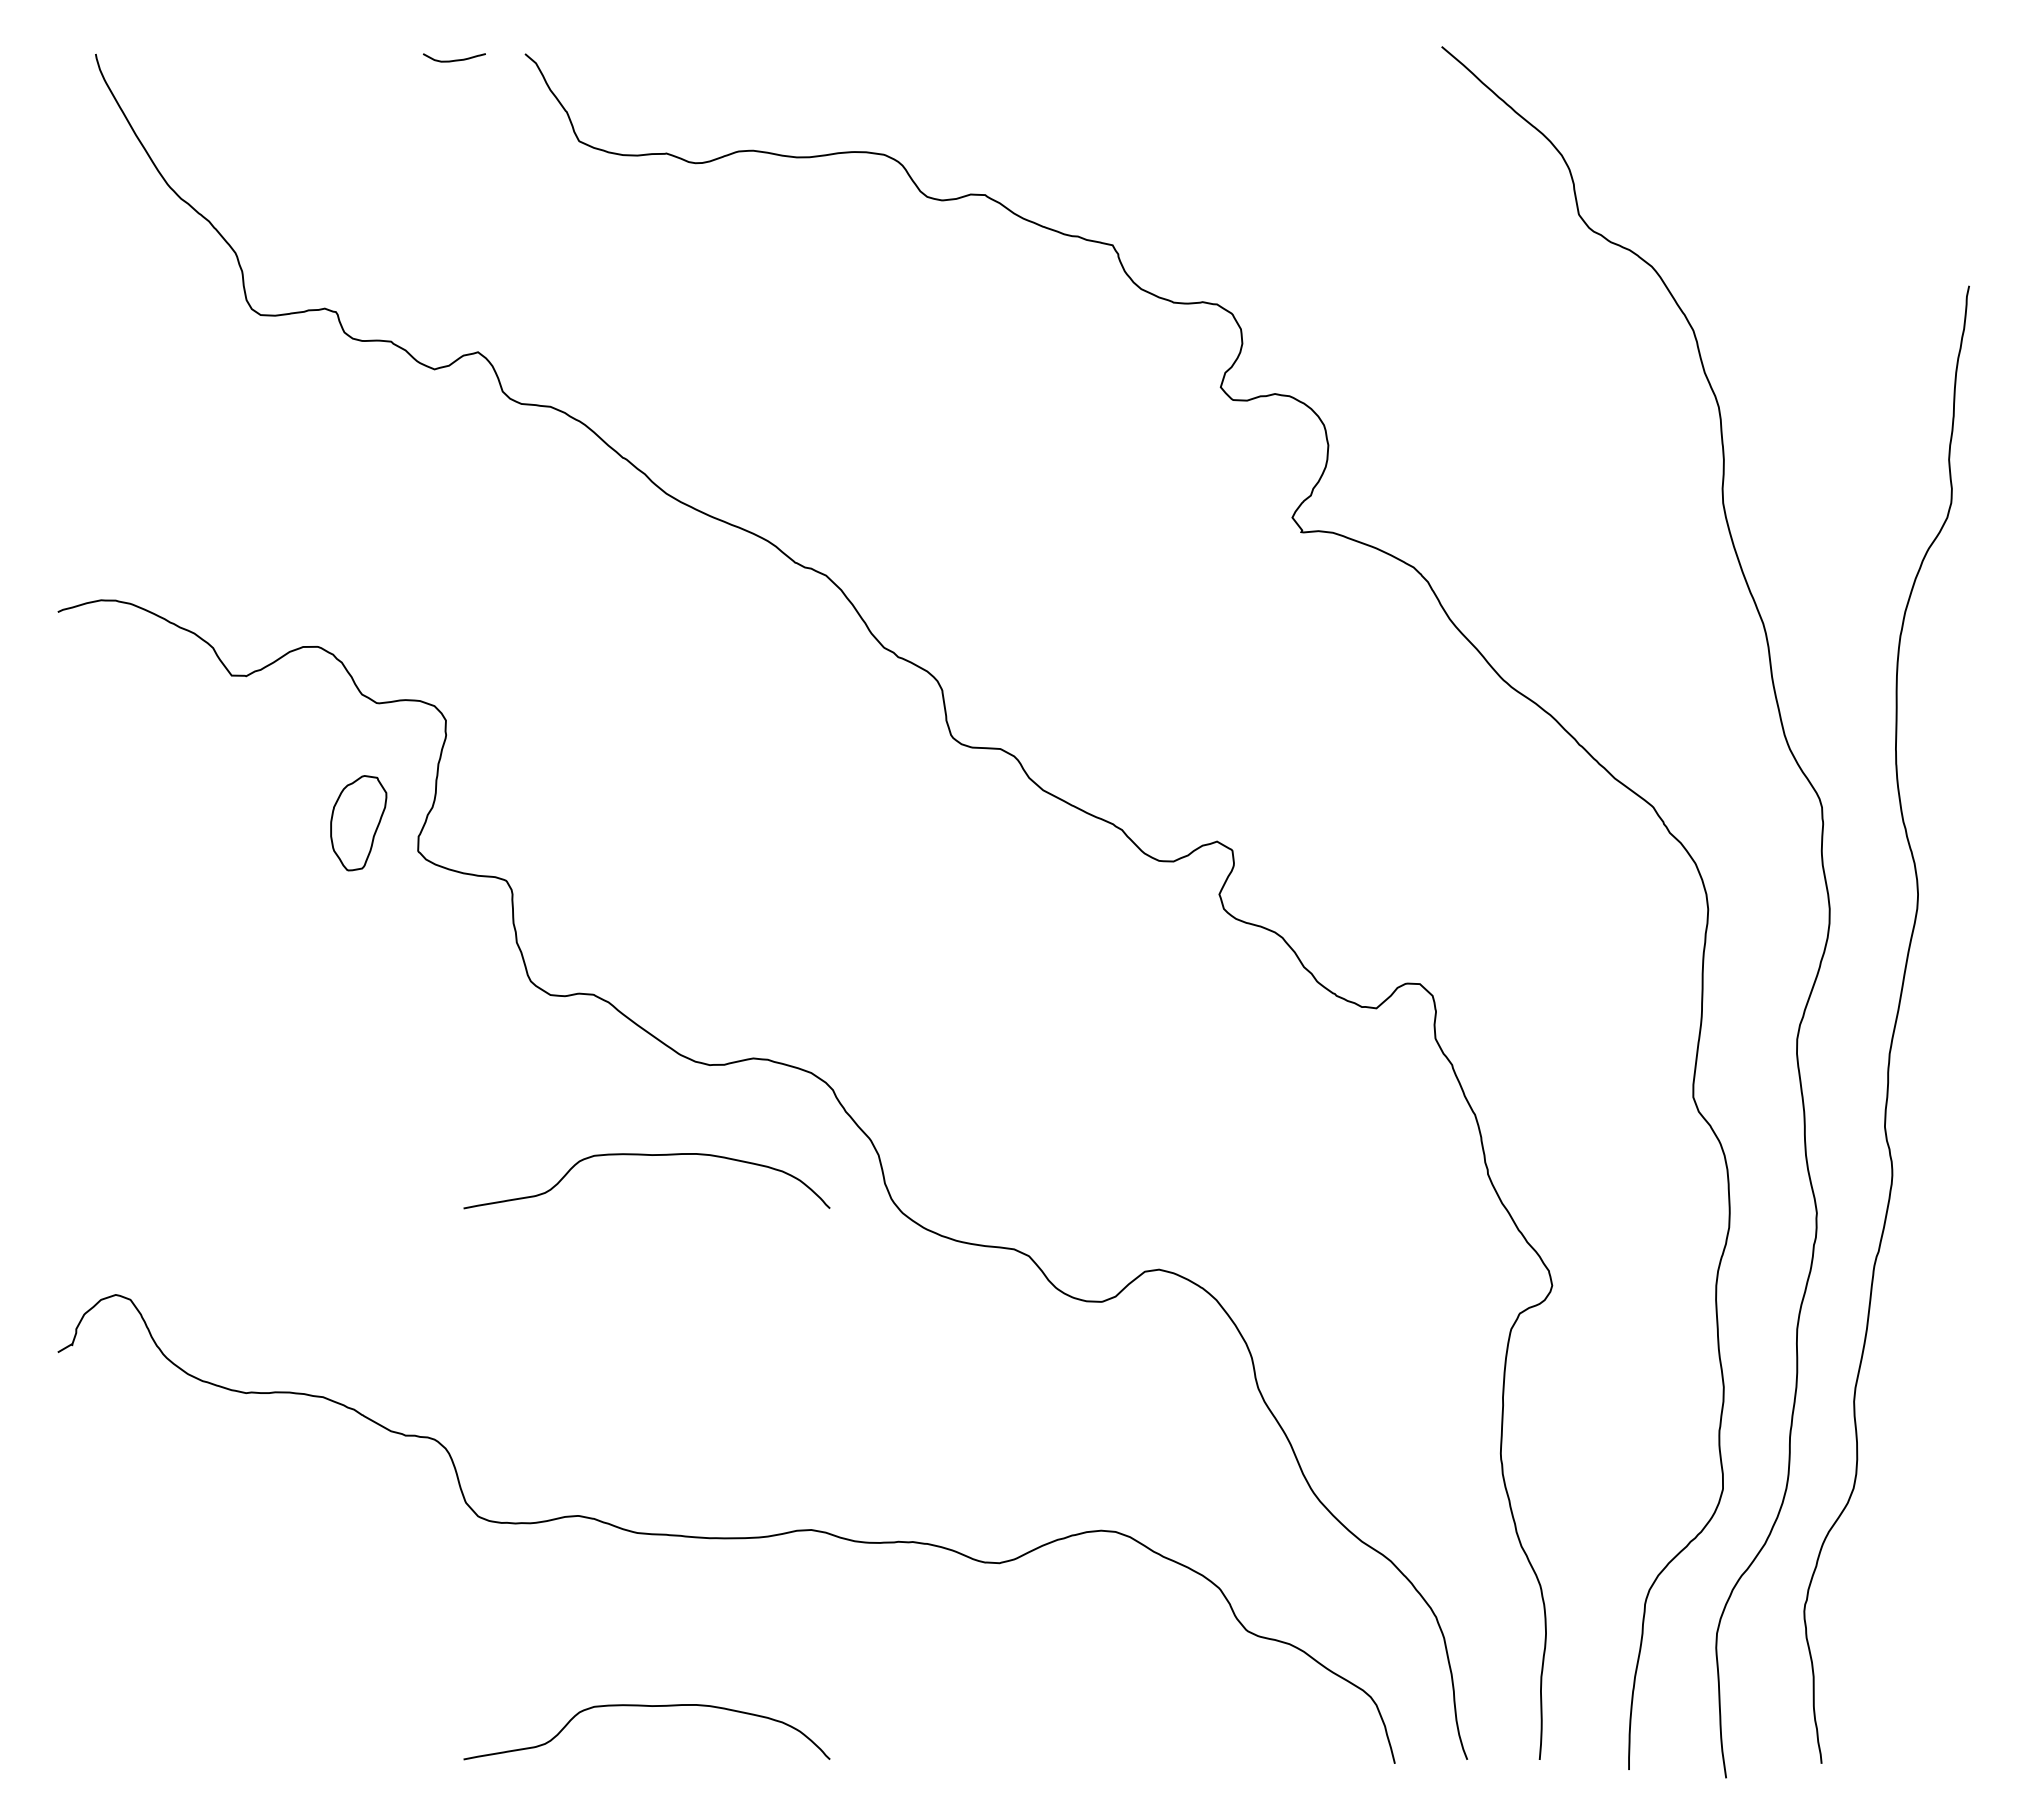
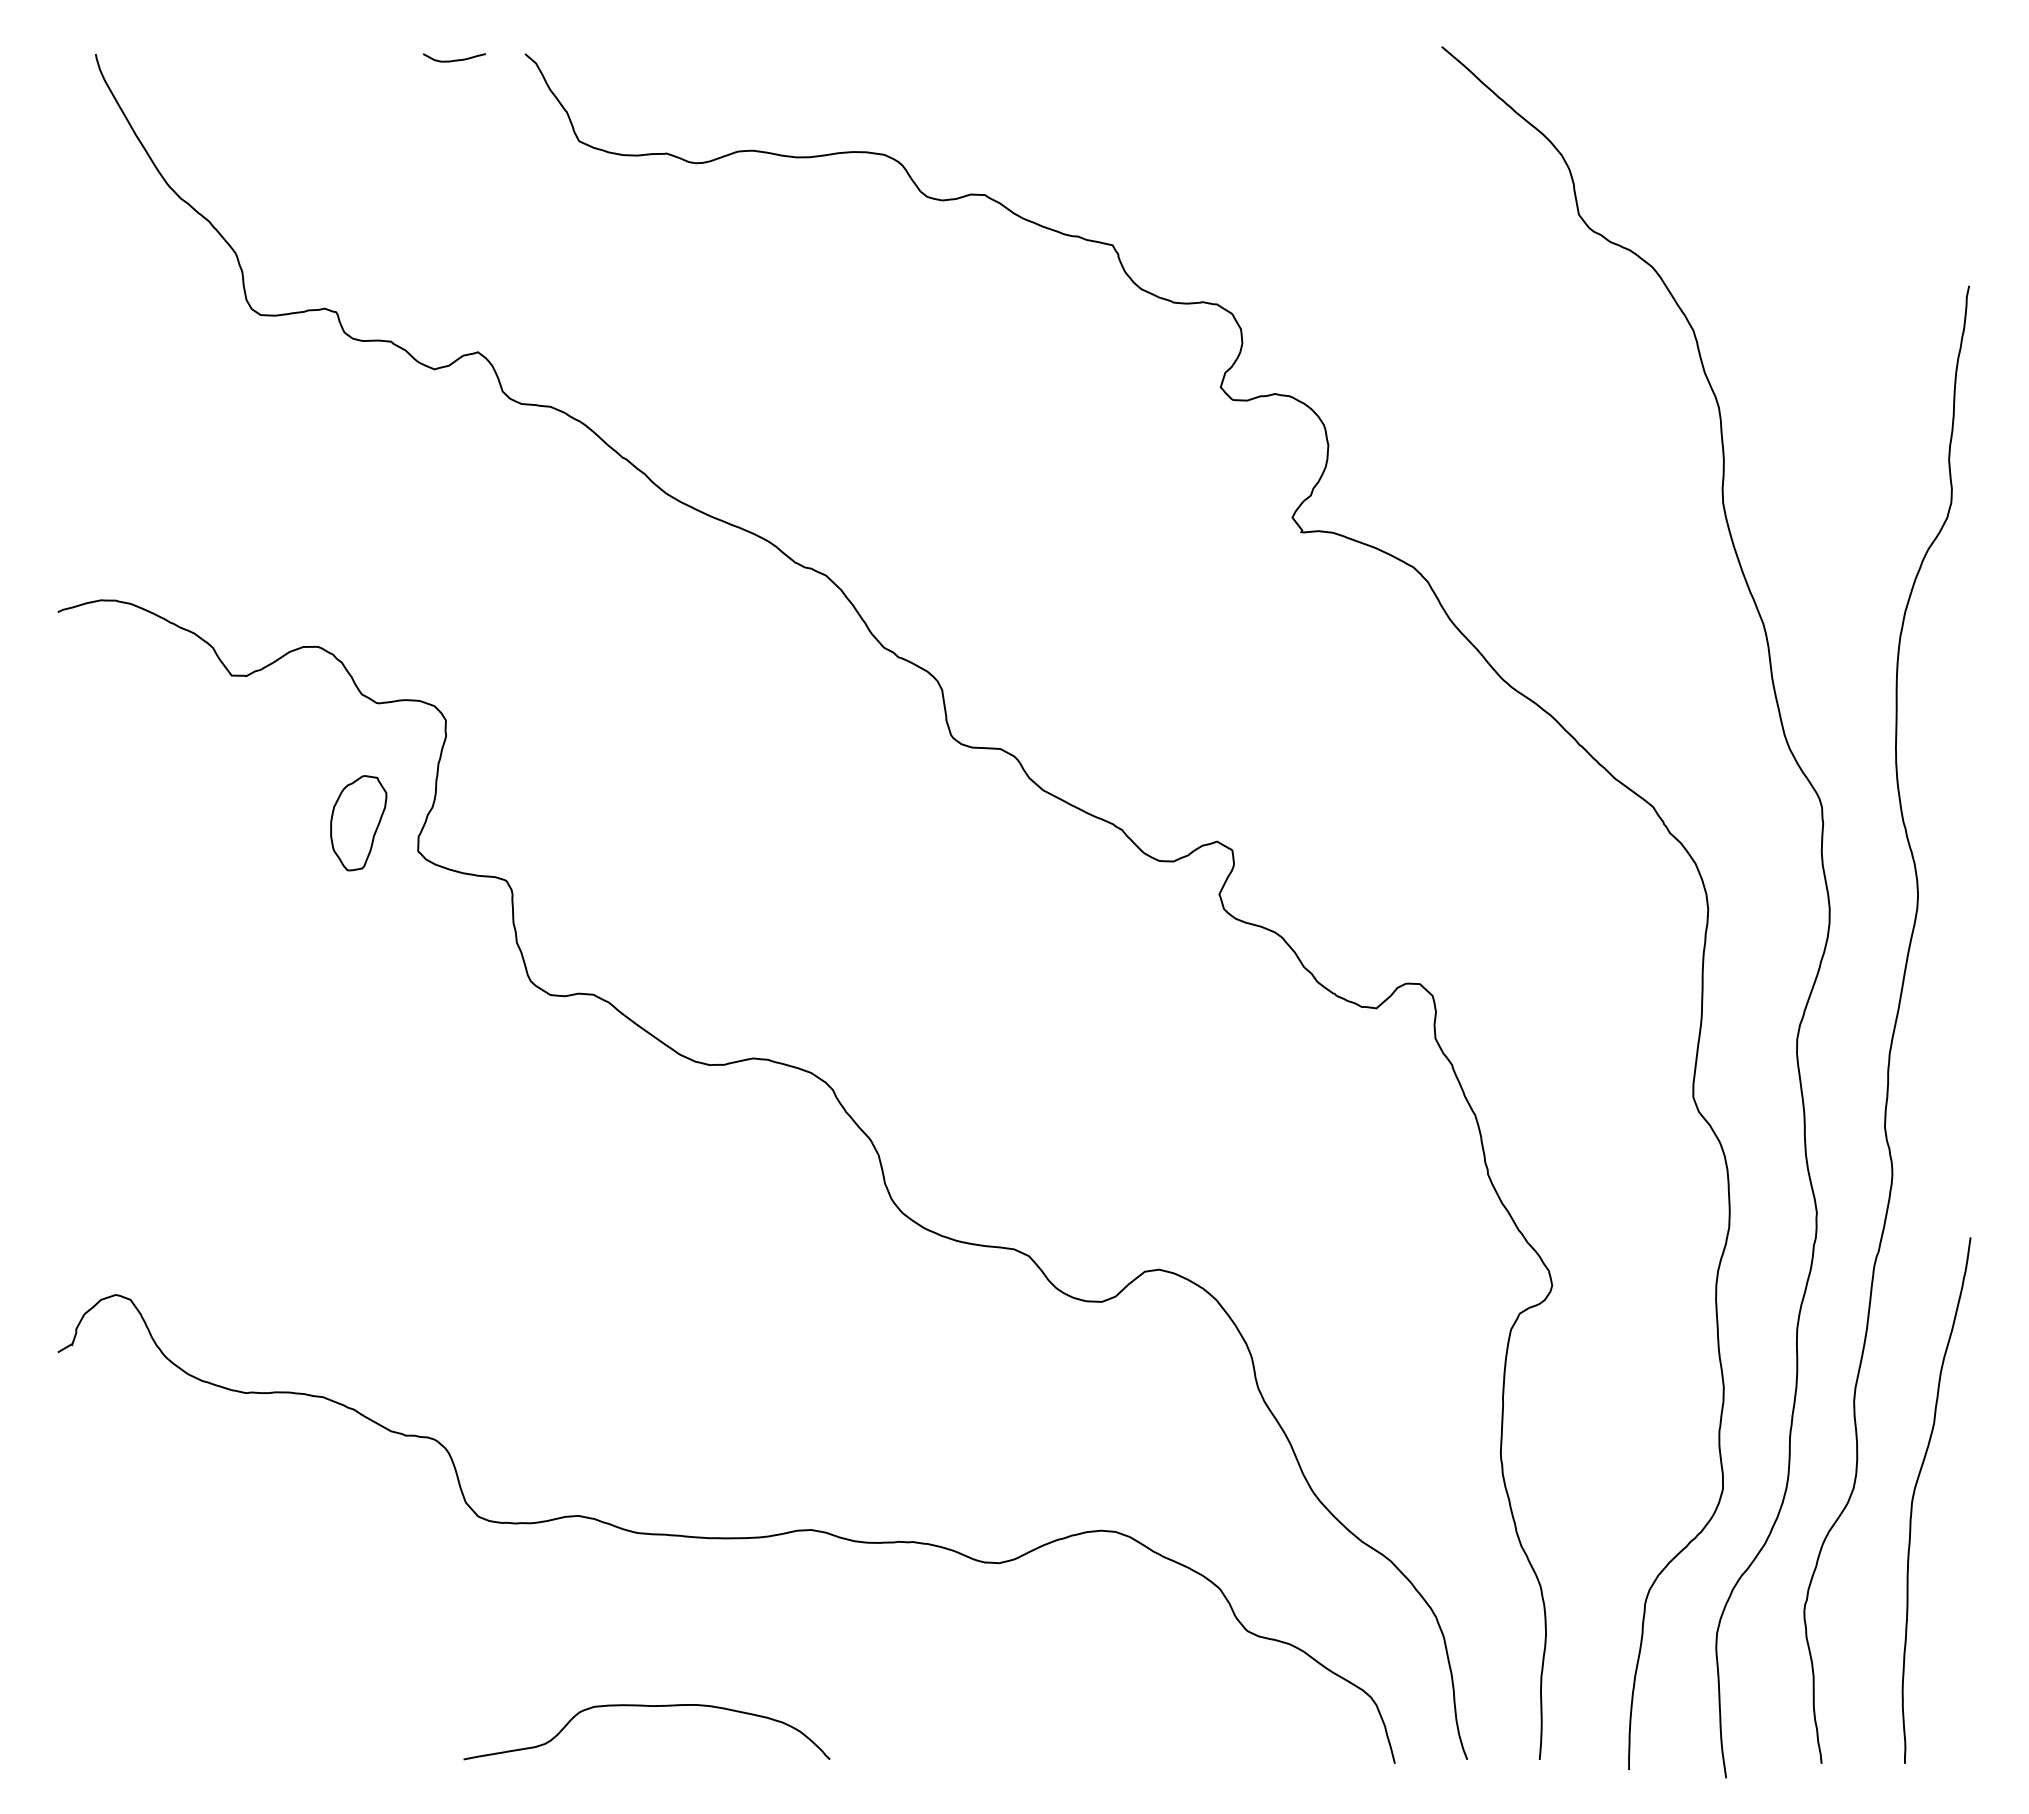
curve at (646, 1155): present -> none
curve at (1914, 1496): none -> present
